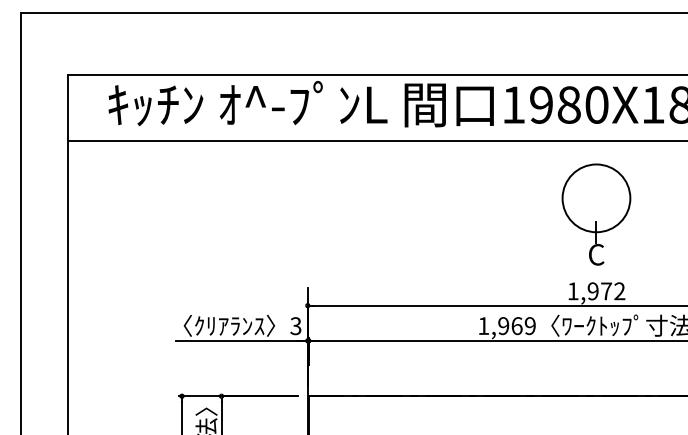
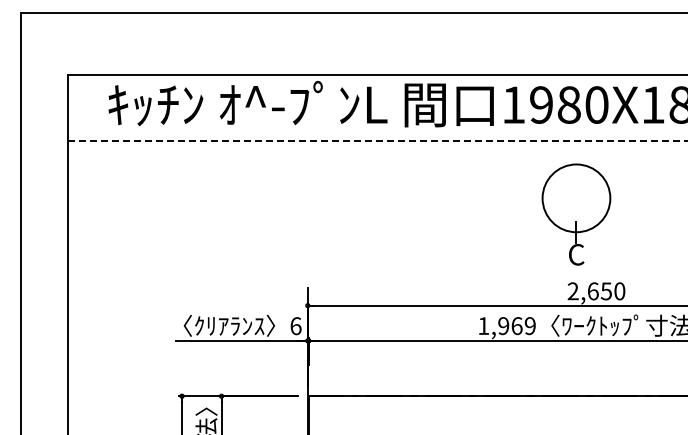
line at (378, 140): solid -> dashed
part at (596, 214) position: (596, 214) -> (576, 214)
text at (596, 291): 1,972 -> 2,650
text at (295, 326): 3 -> 6
